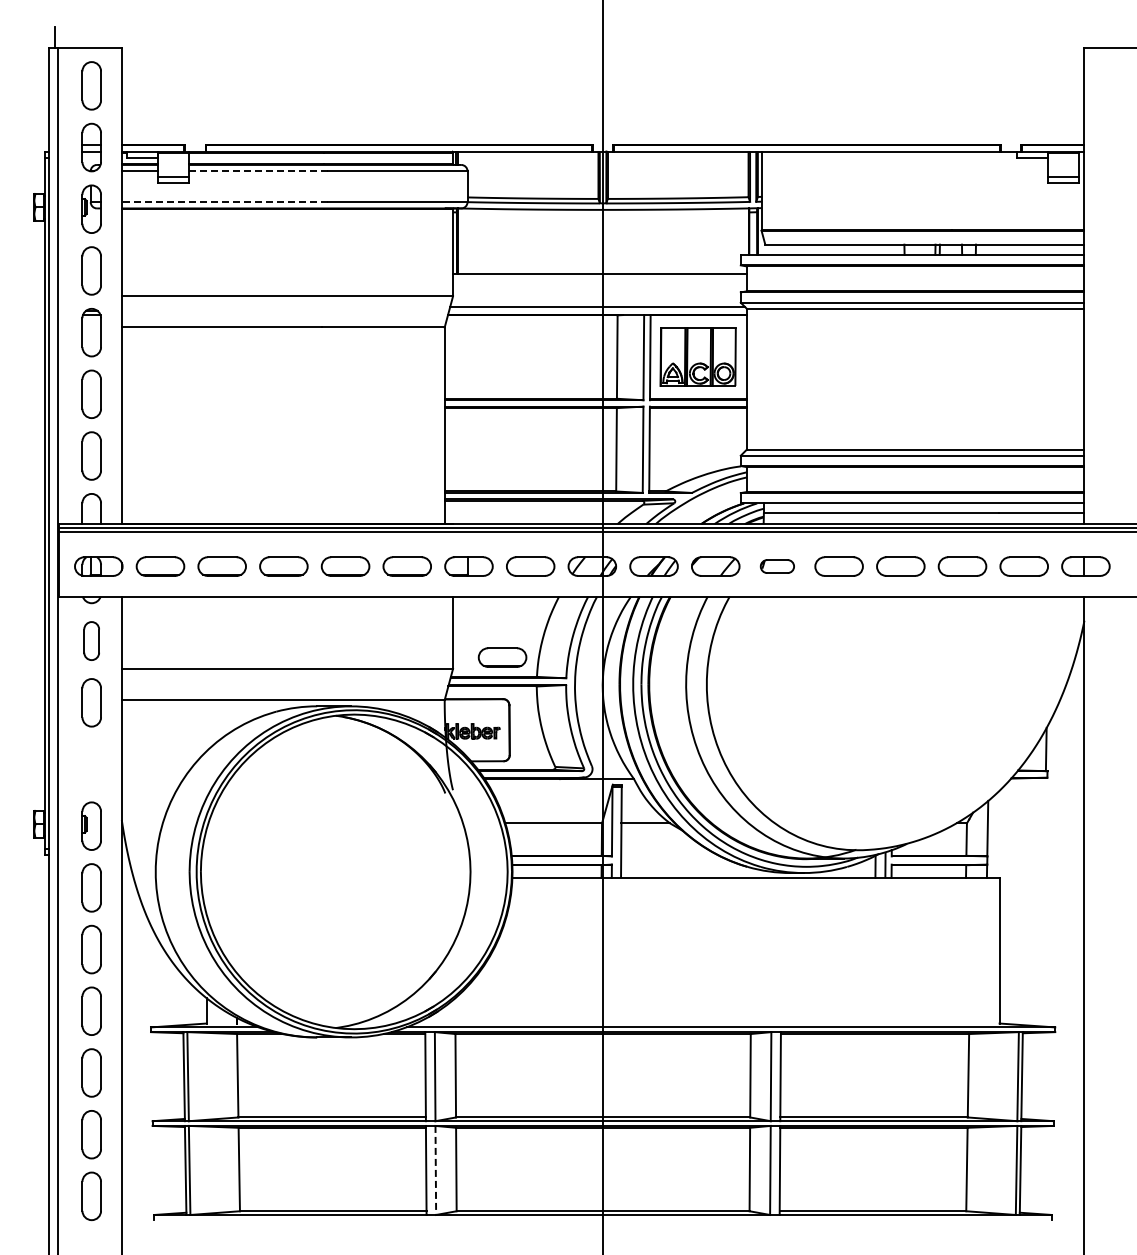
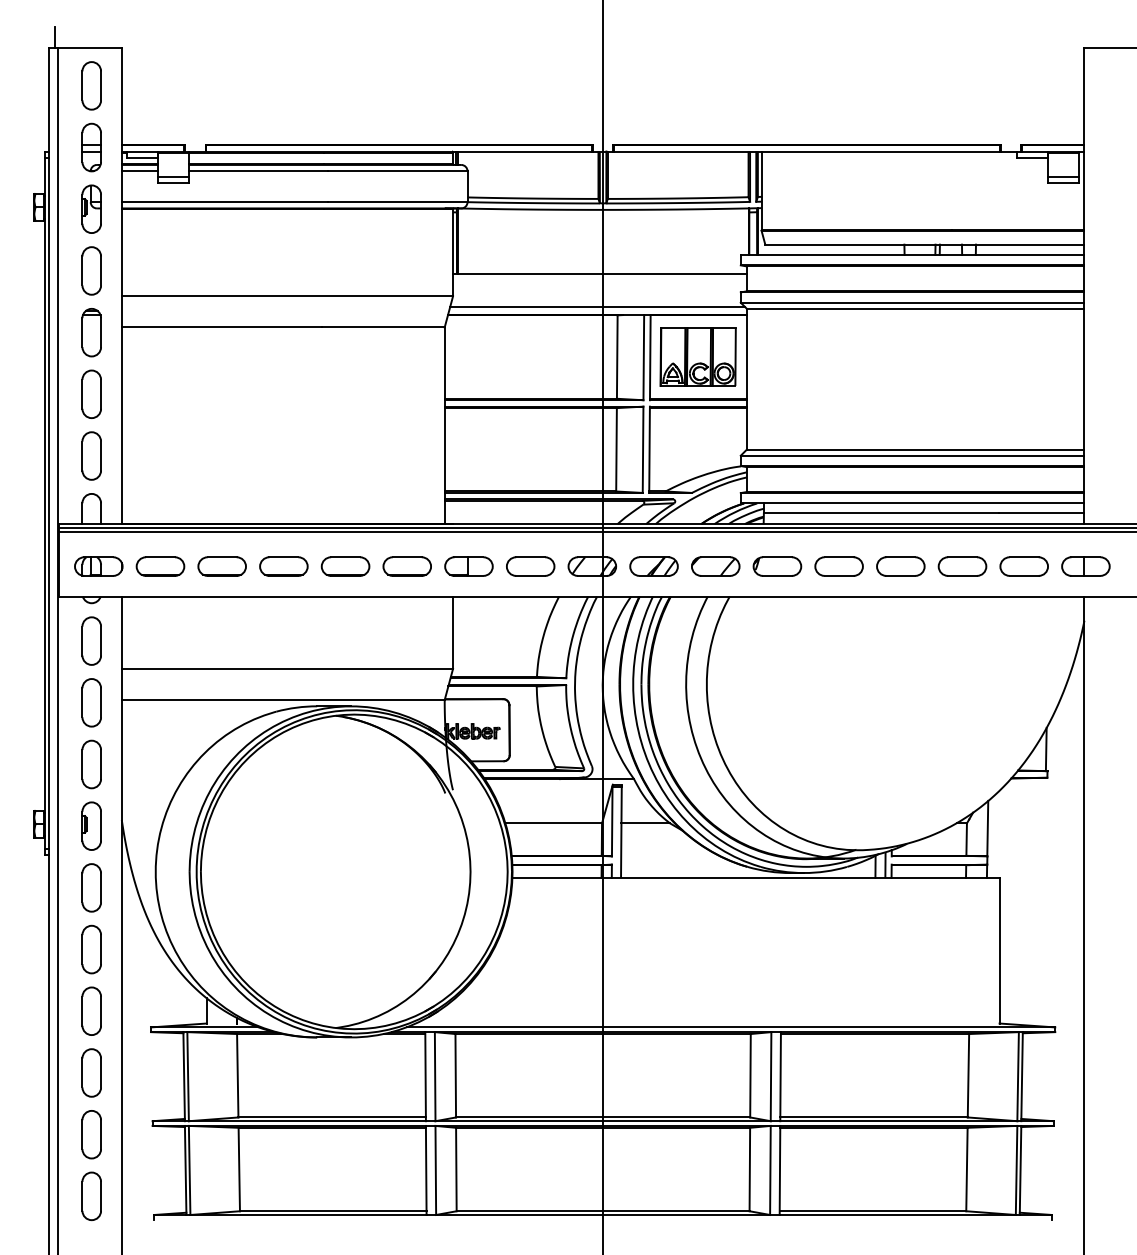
line at (258, 171): dashed -> solid
line at (224, 202): dashed -> solid
part at (776, 566) size: 36x15 px -> 51x21 px
part at (91, 640) size: 17x40 px -> 21x50 px
part at (502, 657): present -> none
part at (91, 764): none -> present
line at (435, 1170): dashed -> solid
